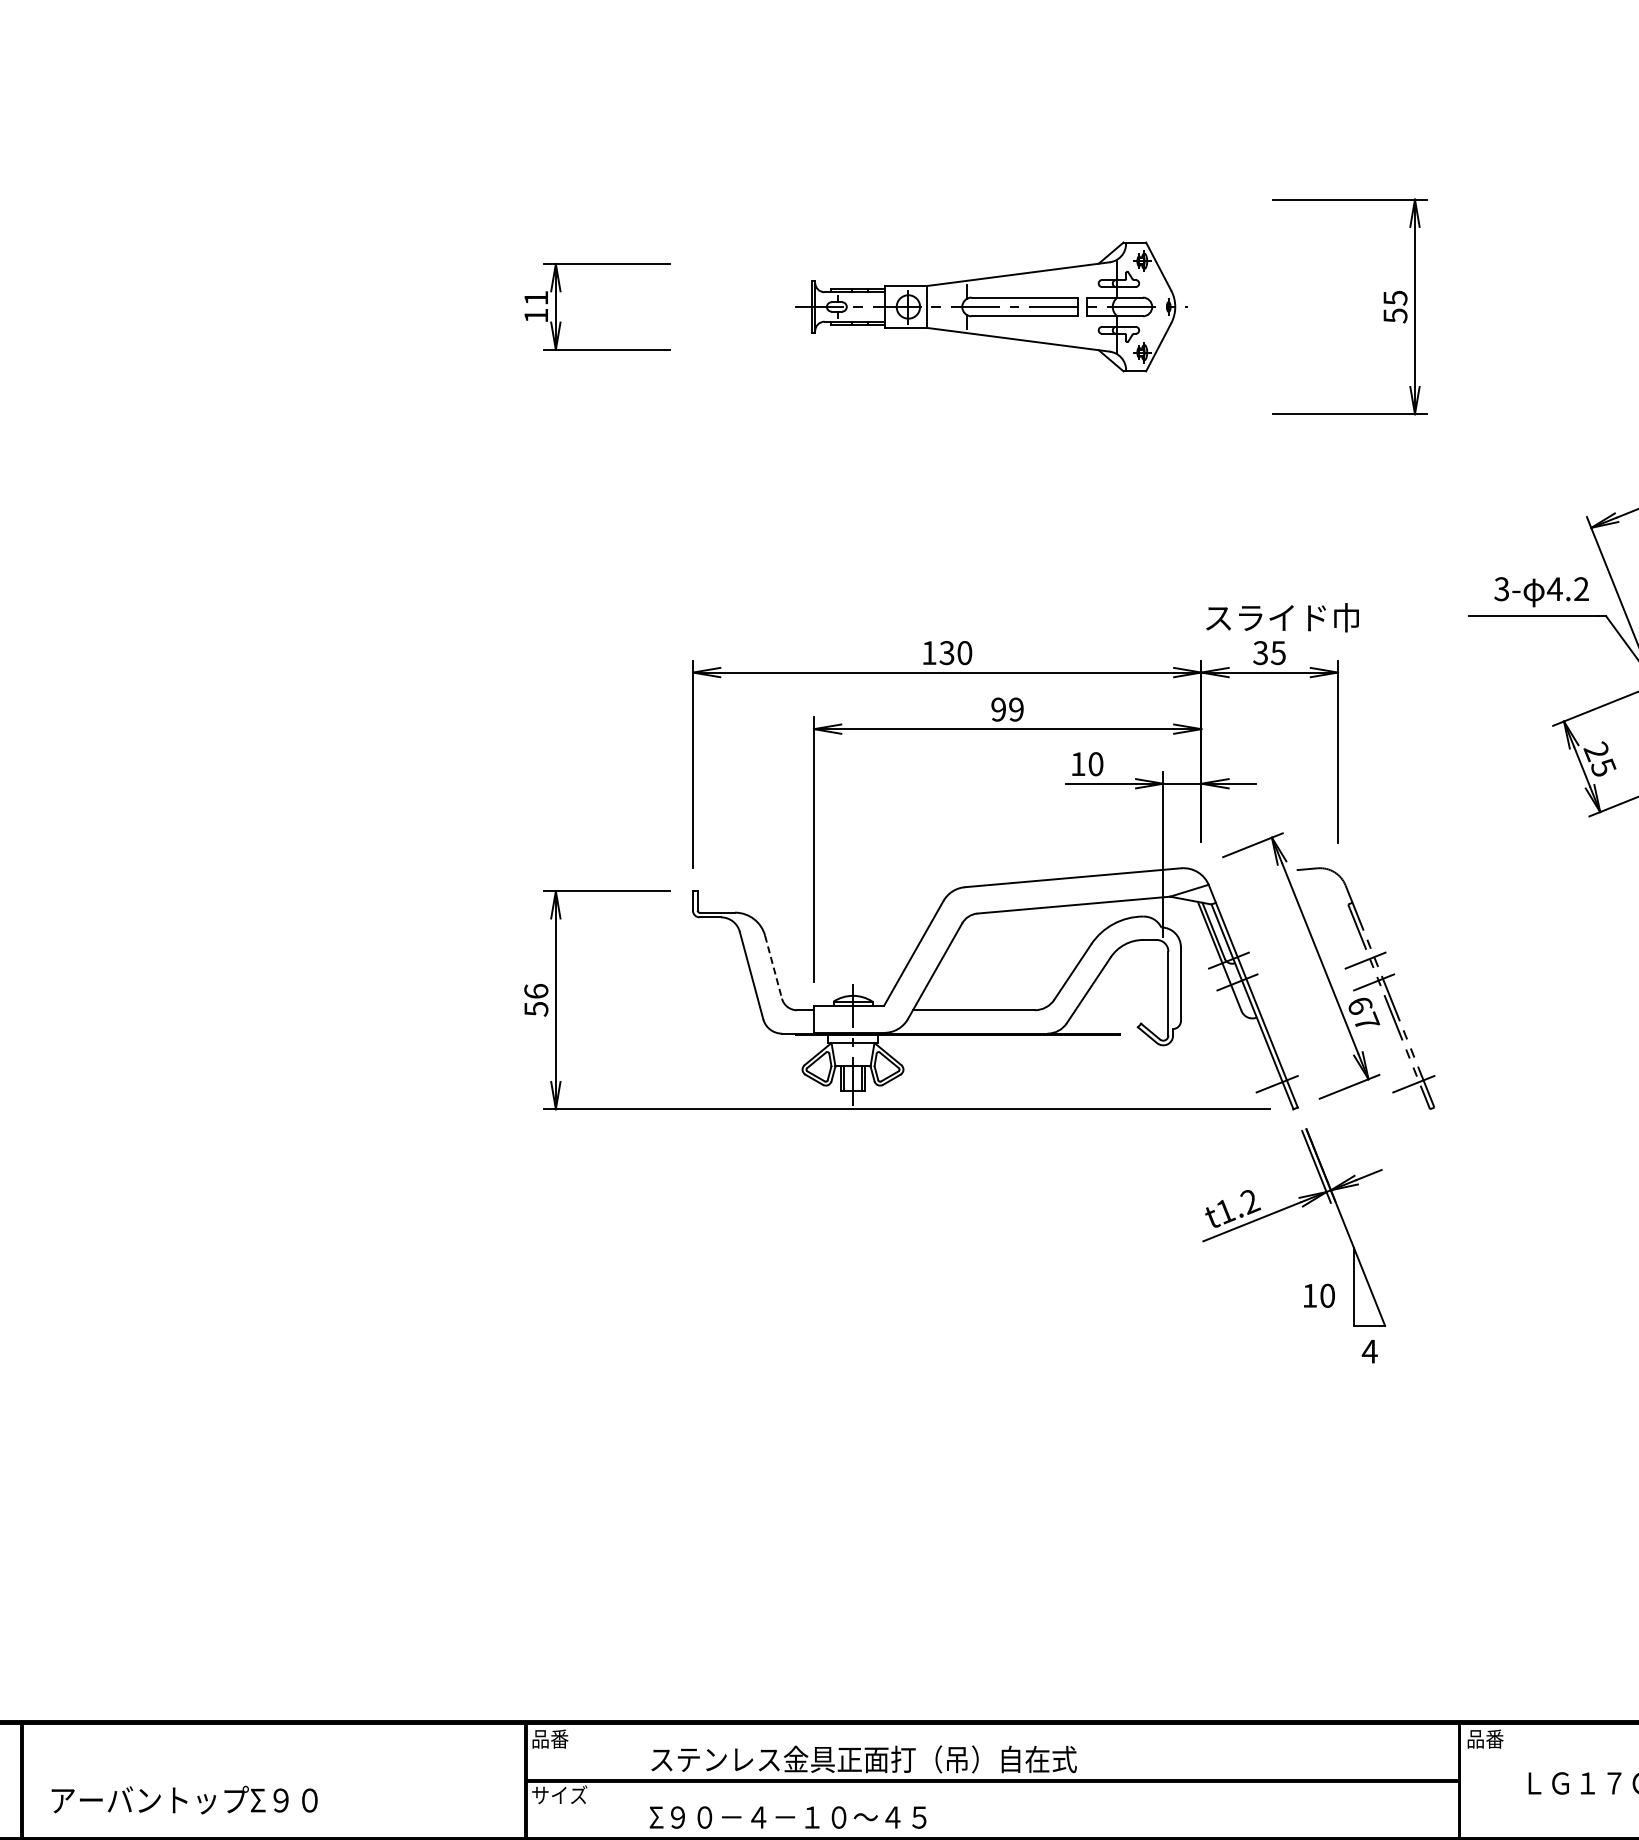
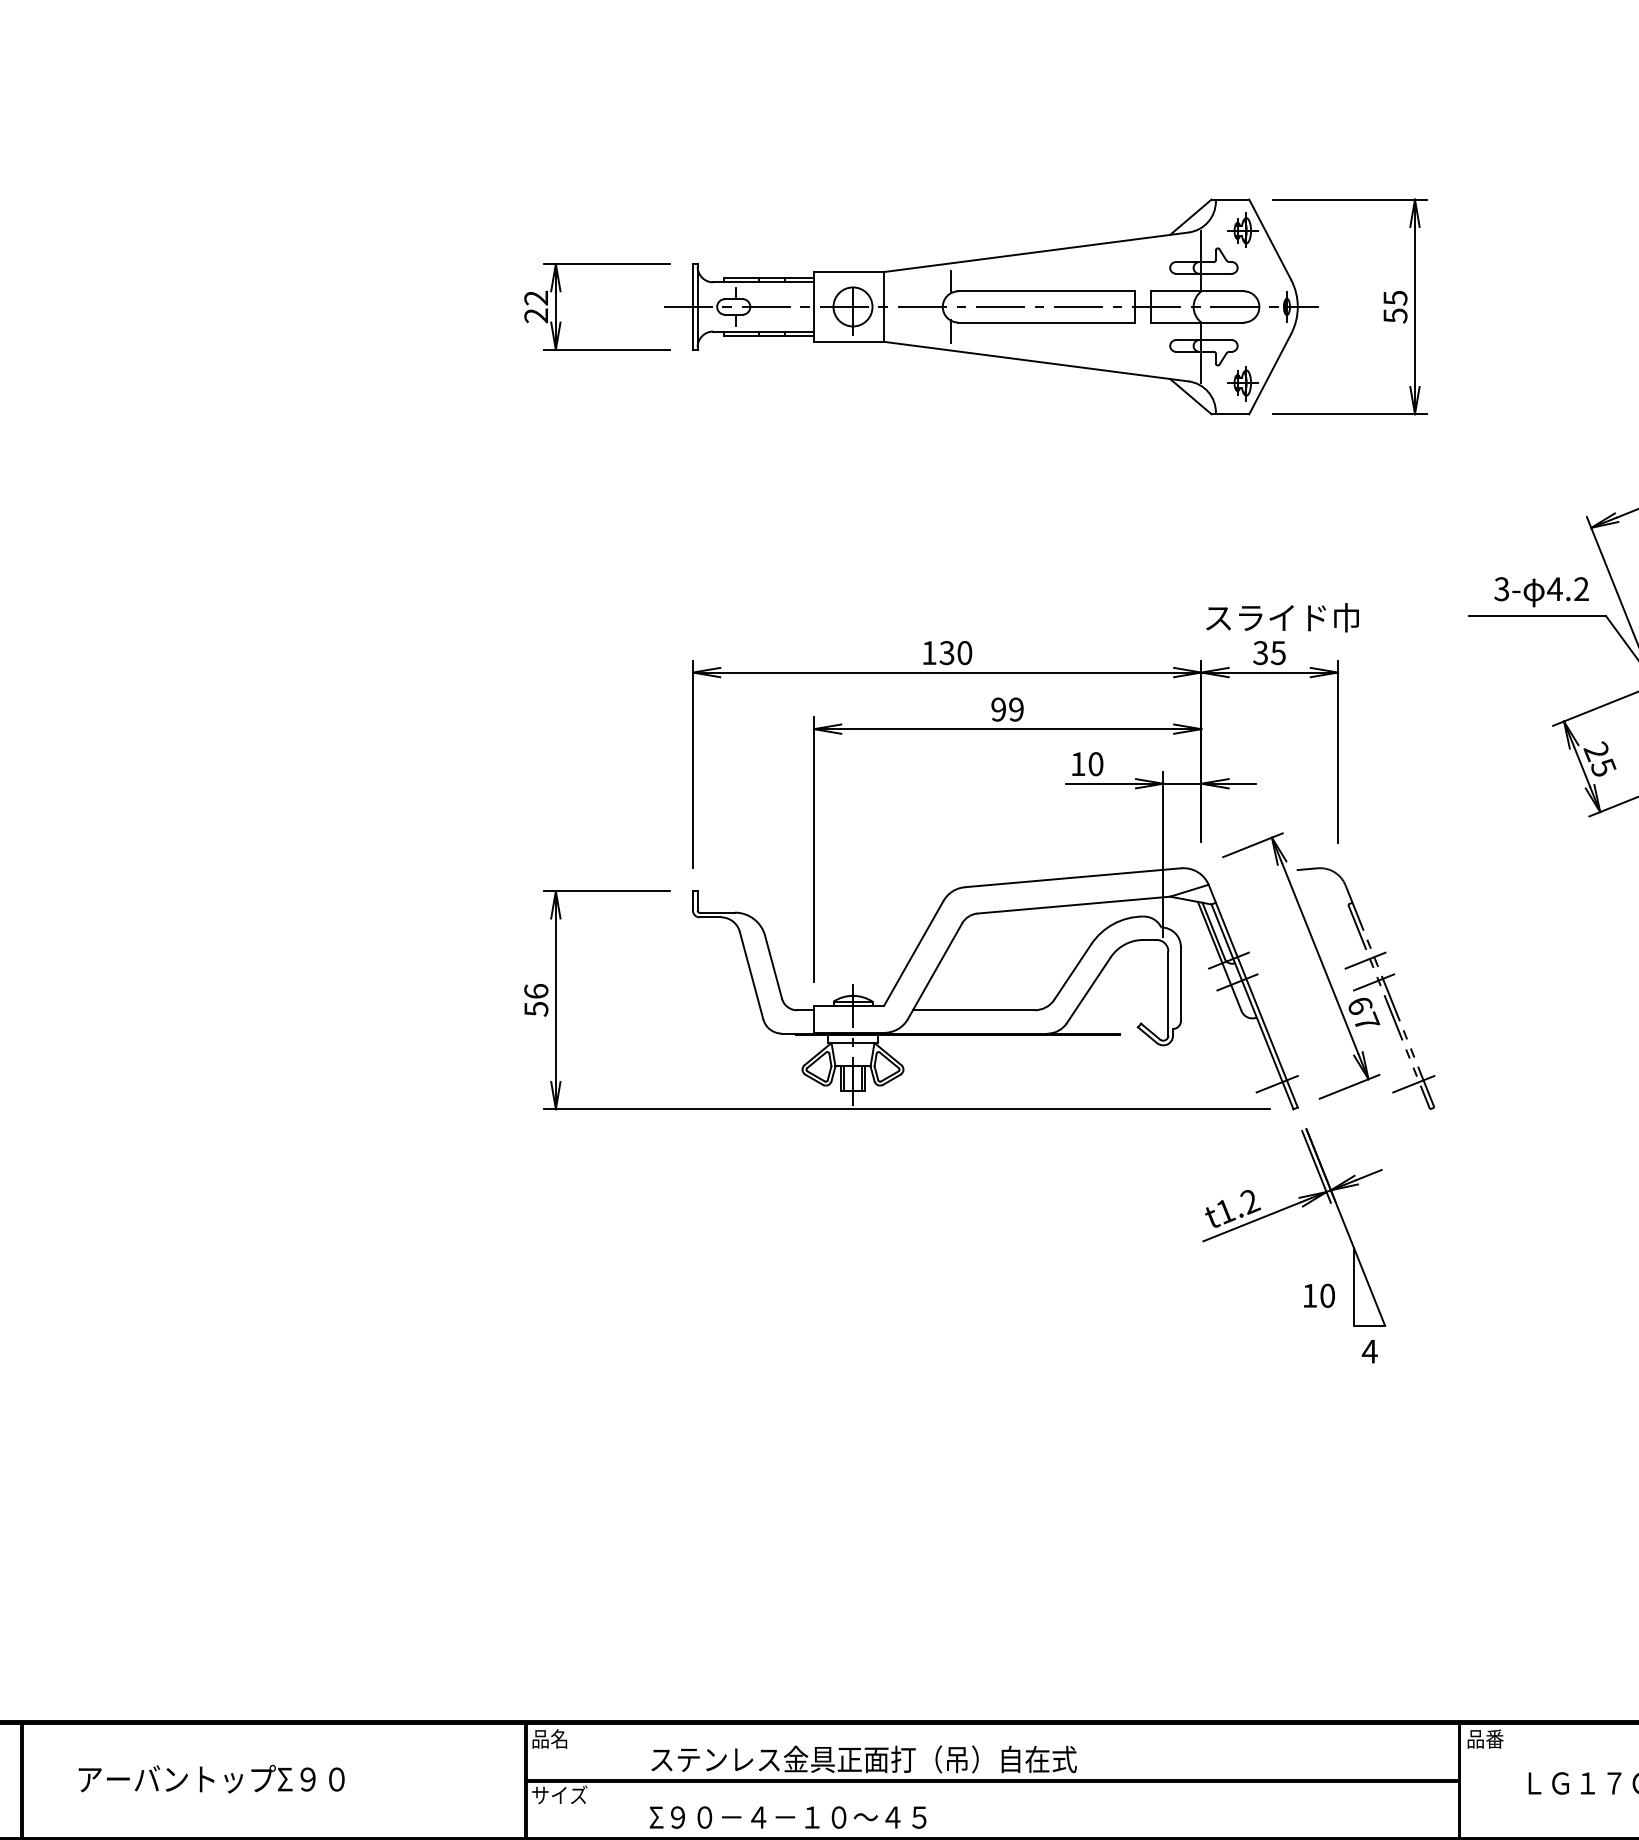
text at (535, 306): 11 -> 22
part at (991, 306) size: 393x132 px -> 655x218 px
line at (773, 967): dashed -> solid
text at (559, 1738): 品番 -> 品名
text at (184, 1799) position: (184, 1799) -> (211, 1778)
